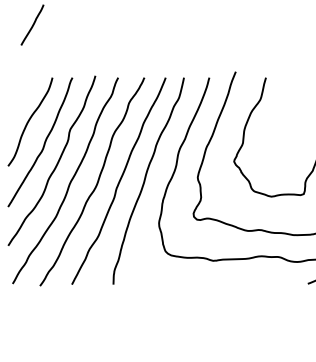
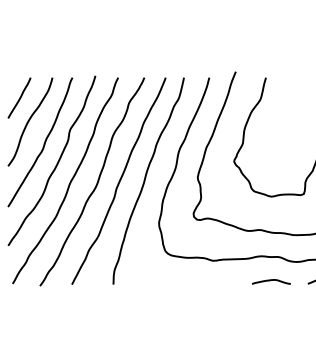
curve at (32, 24) position: (32, 24) -> (19, 97)
curve at (271, 280): none -> present
